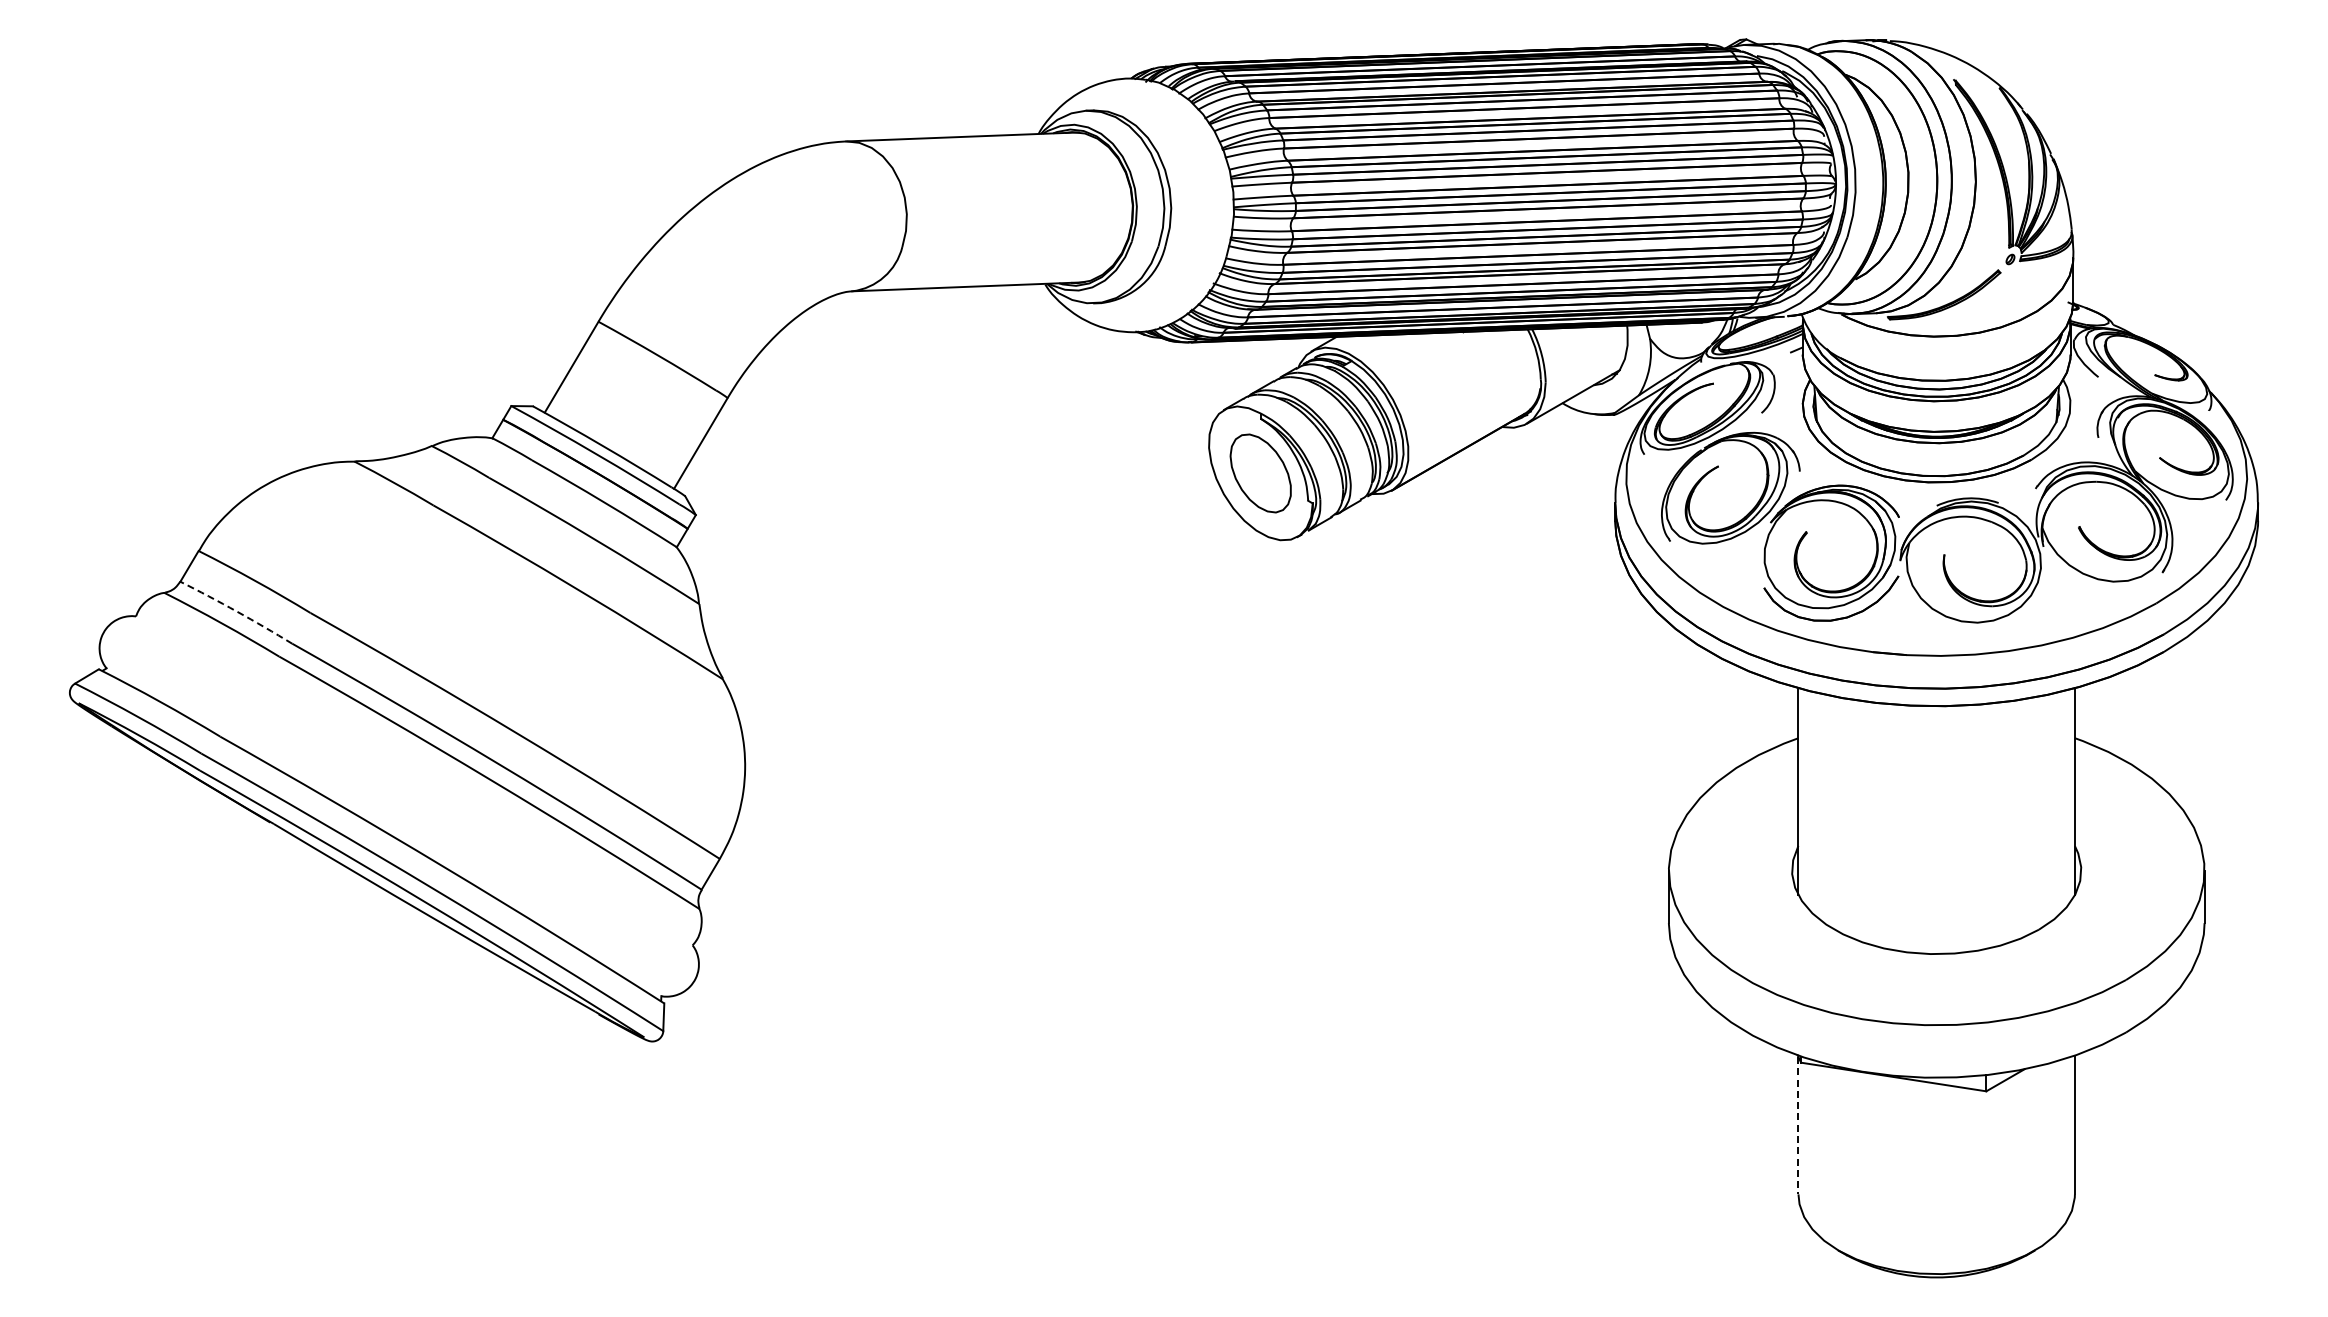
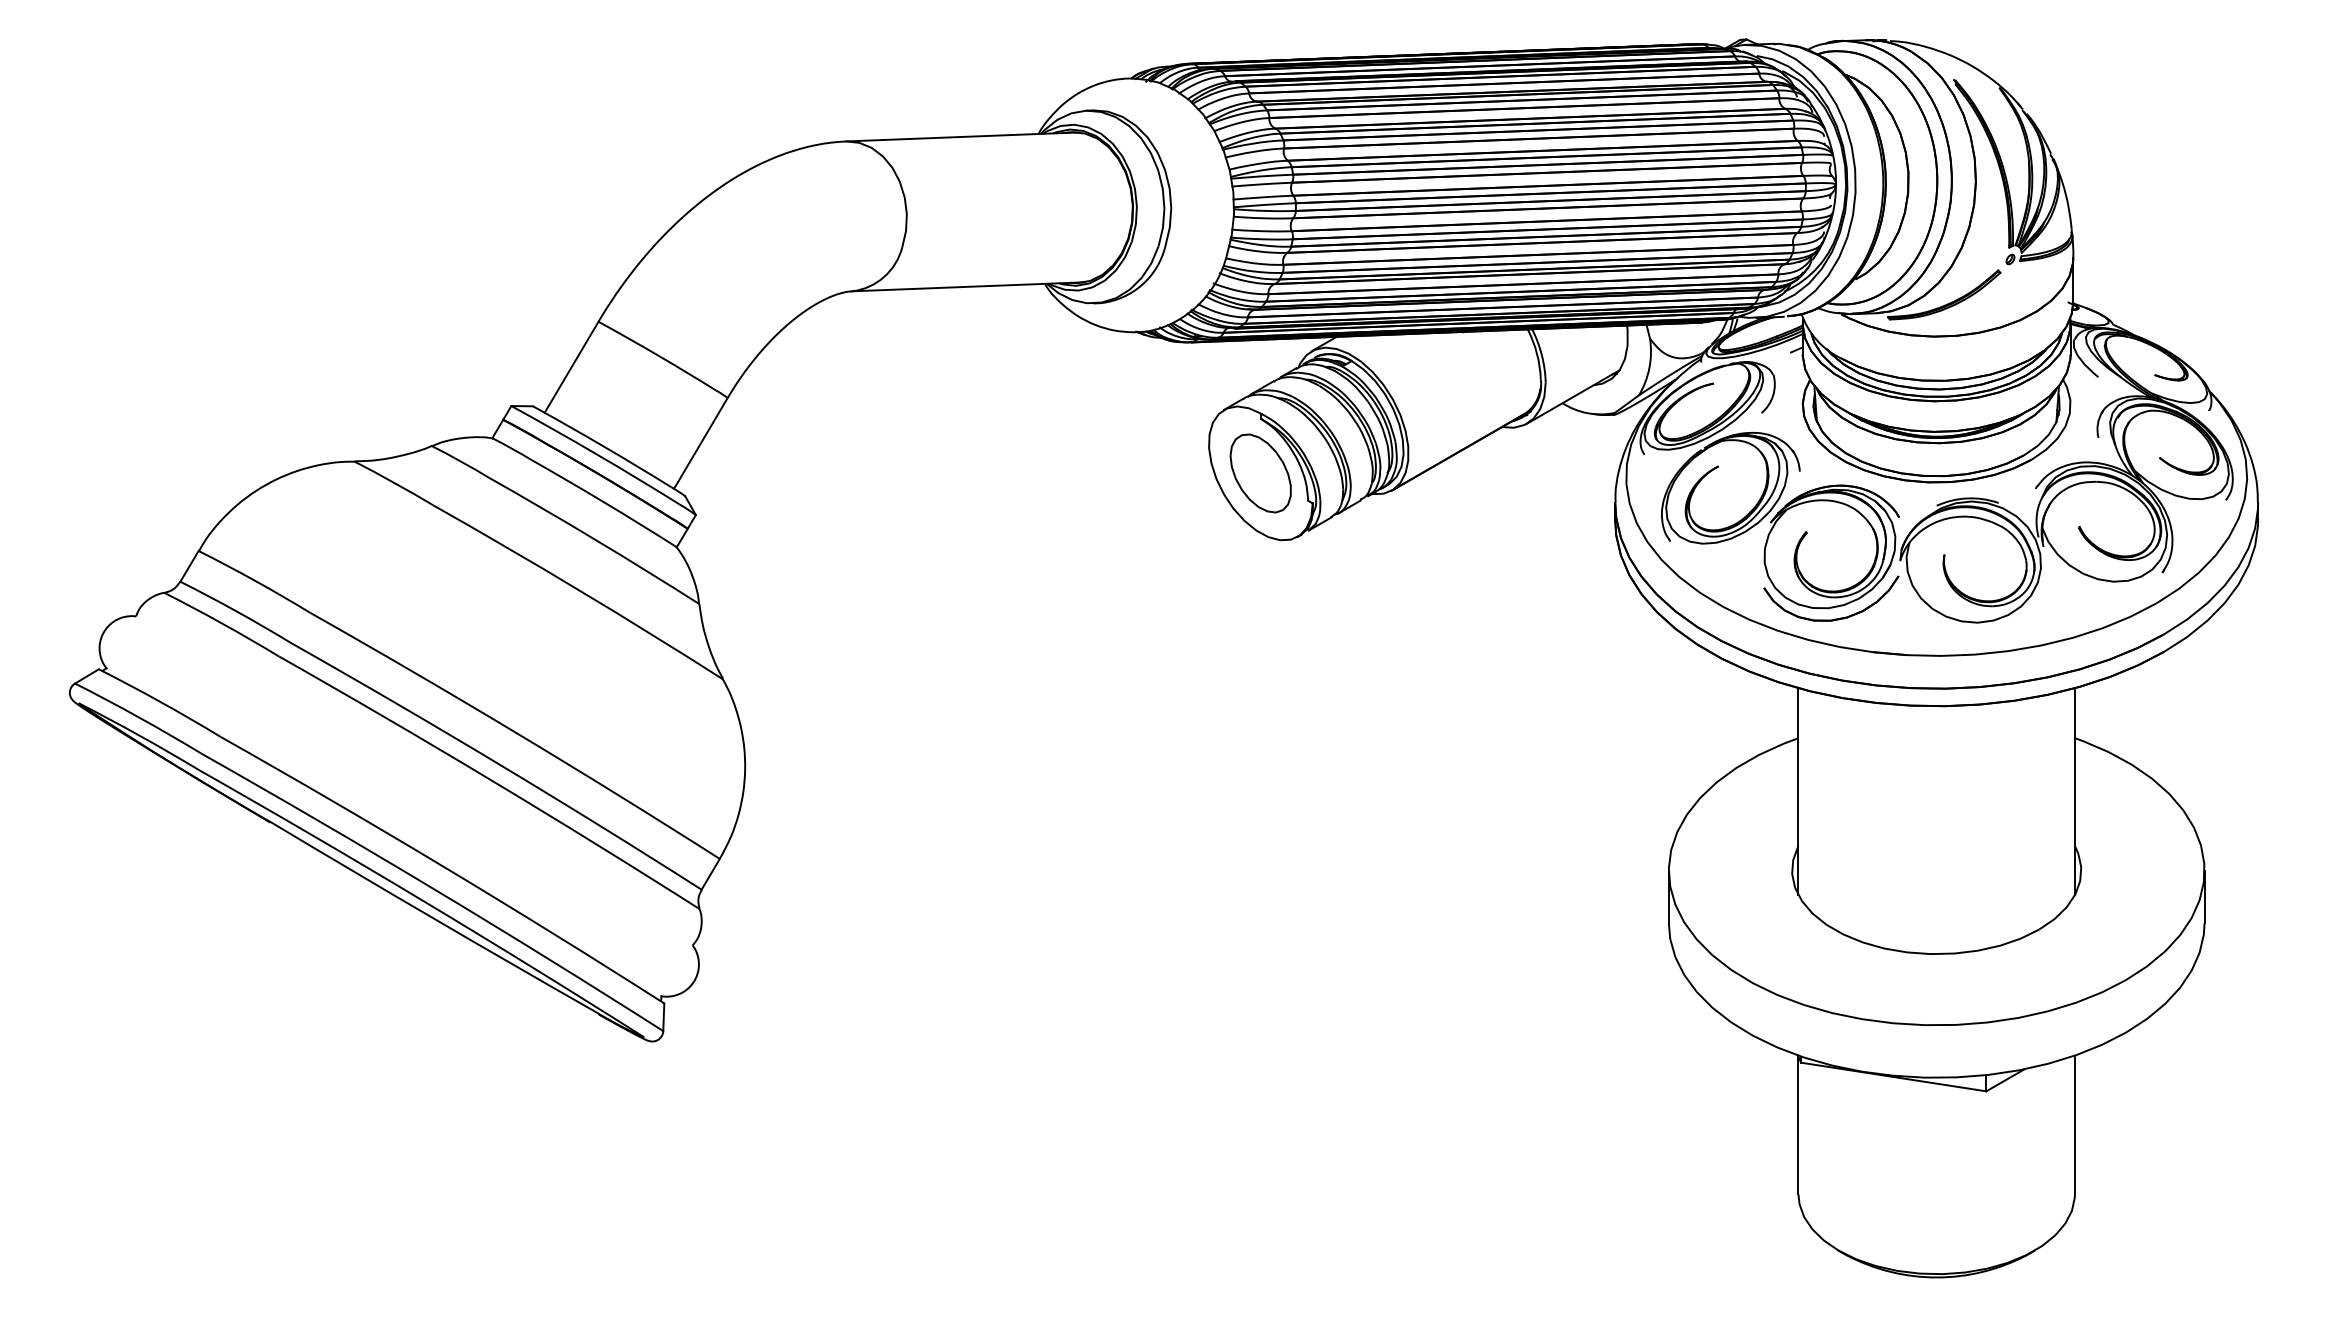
arc at (237, 611): dashed -> solid
line at (1798, 1125): dashed -> solid
